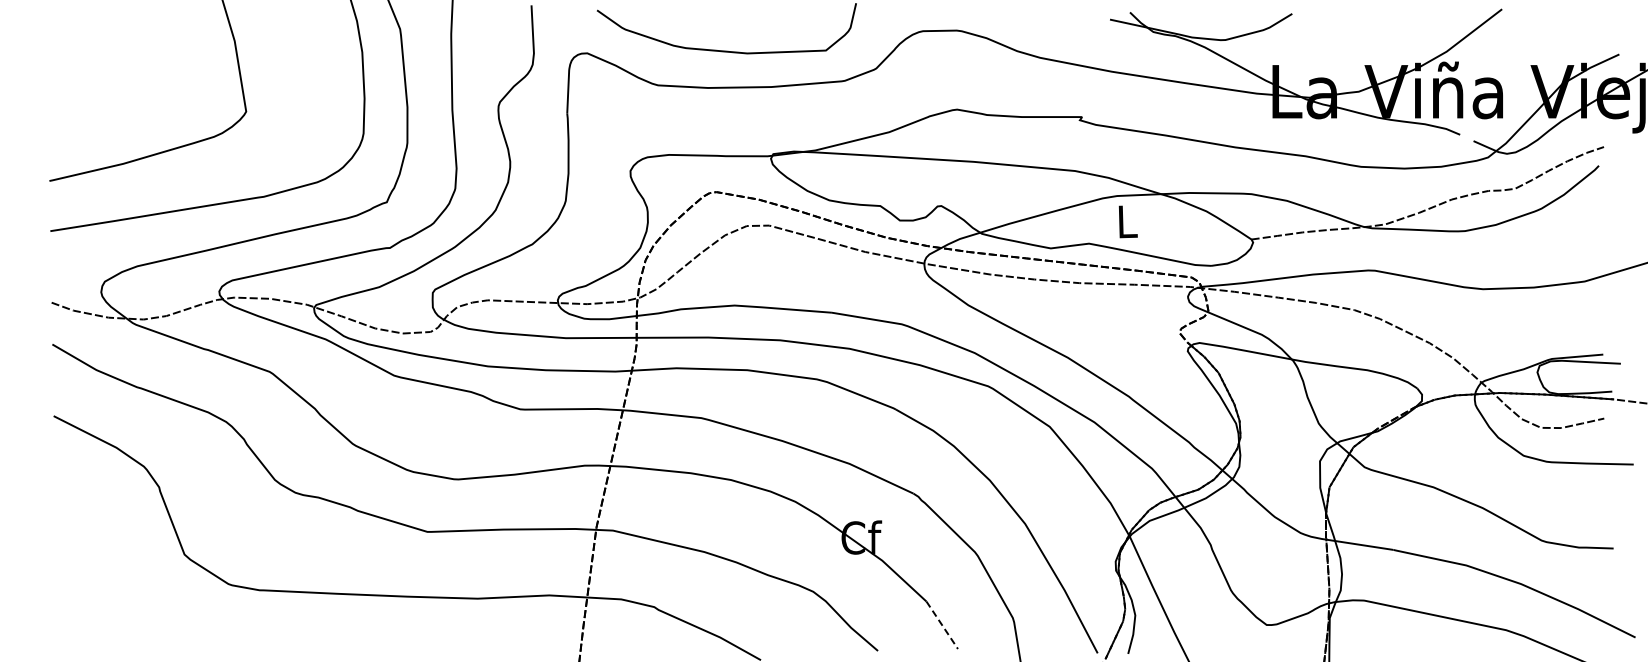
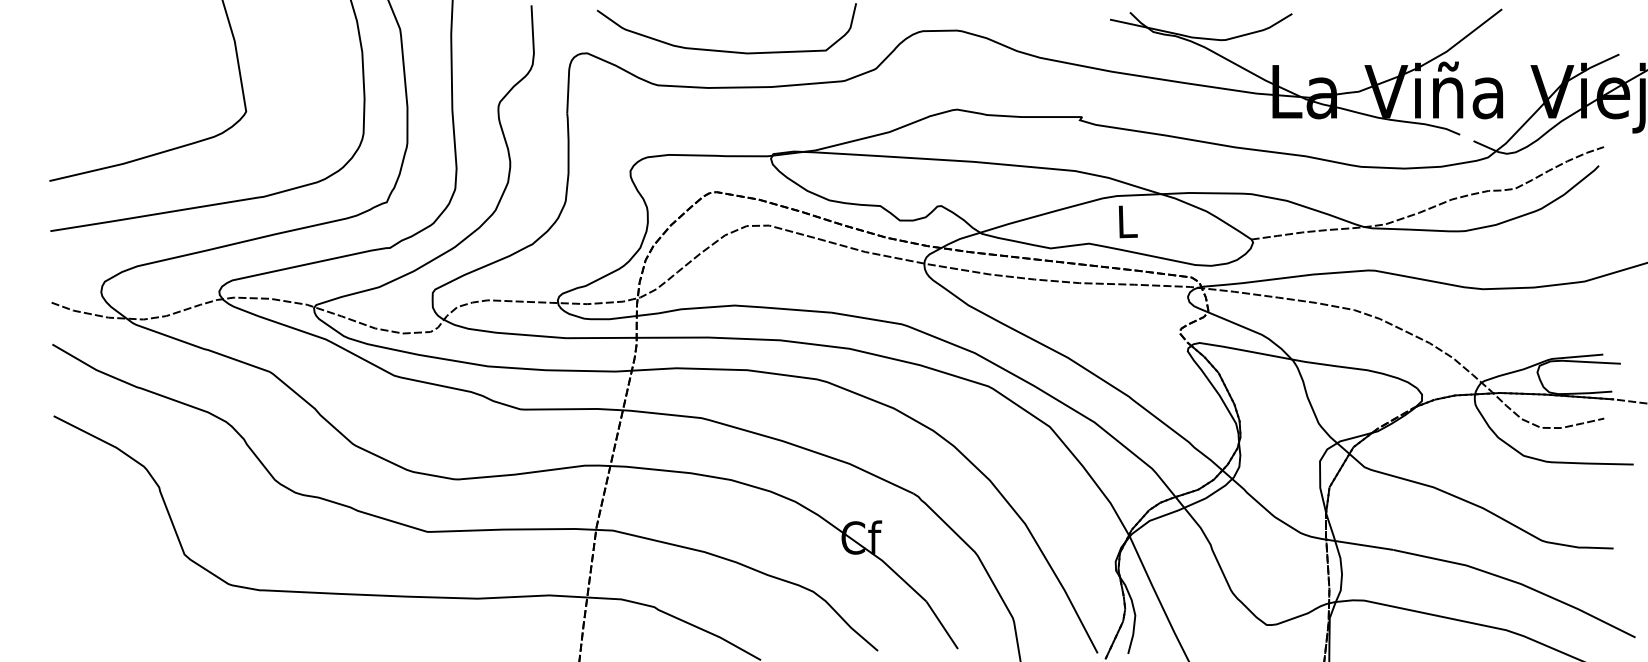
line at (942, 625): dashed -> solid
